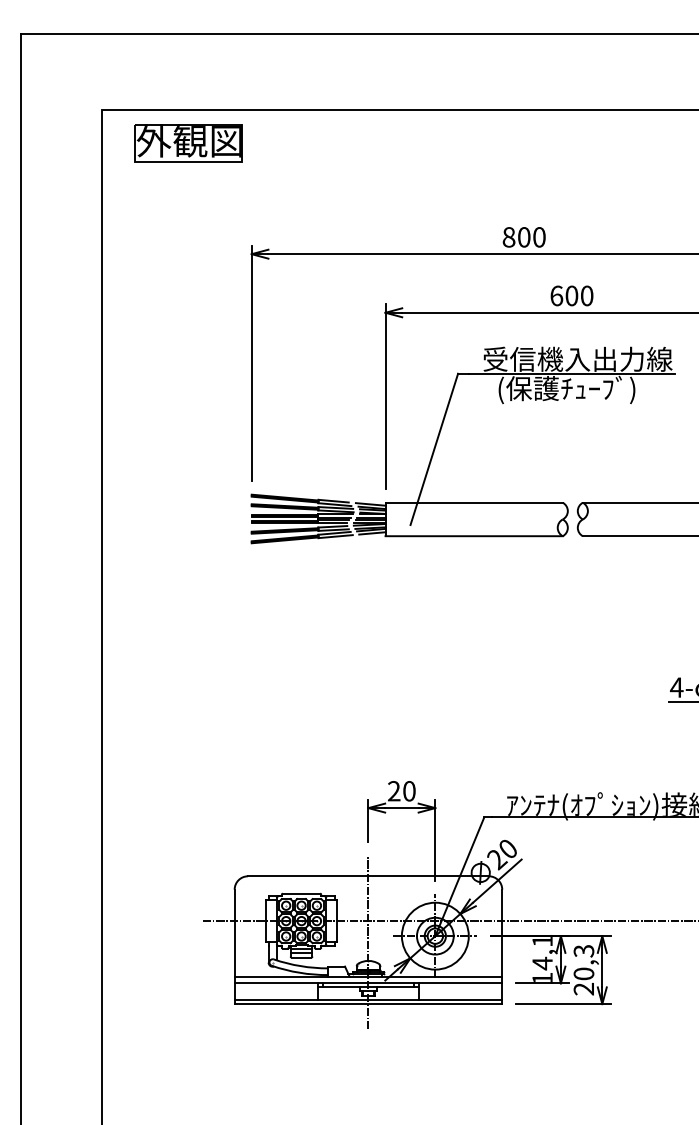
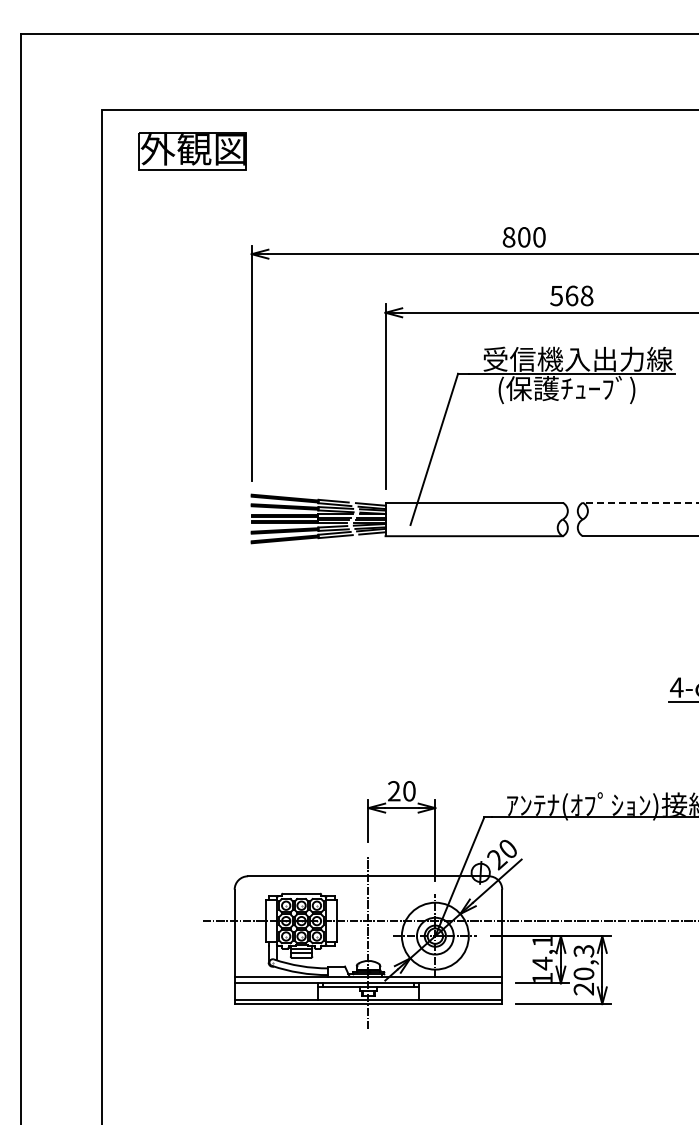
part at (188, 143) position: (188, 143) -> (192, 151)
text at (571, 295): 600 -> 568
line at (640, 502): solid -> dashed
